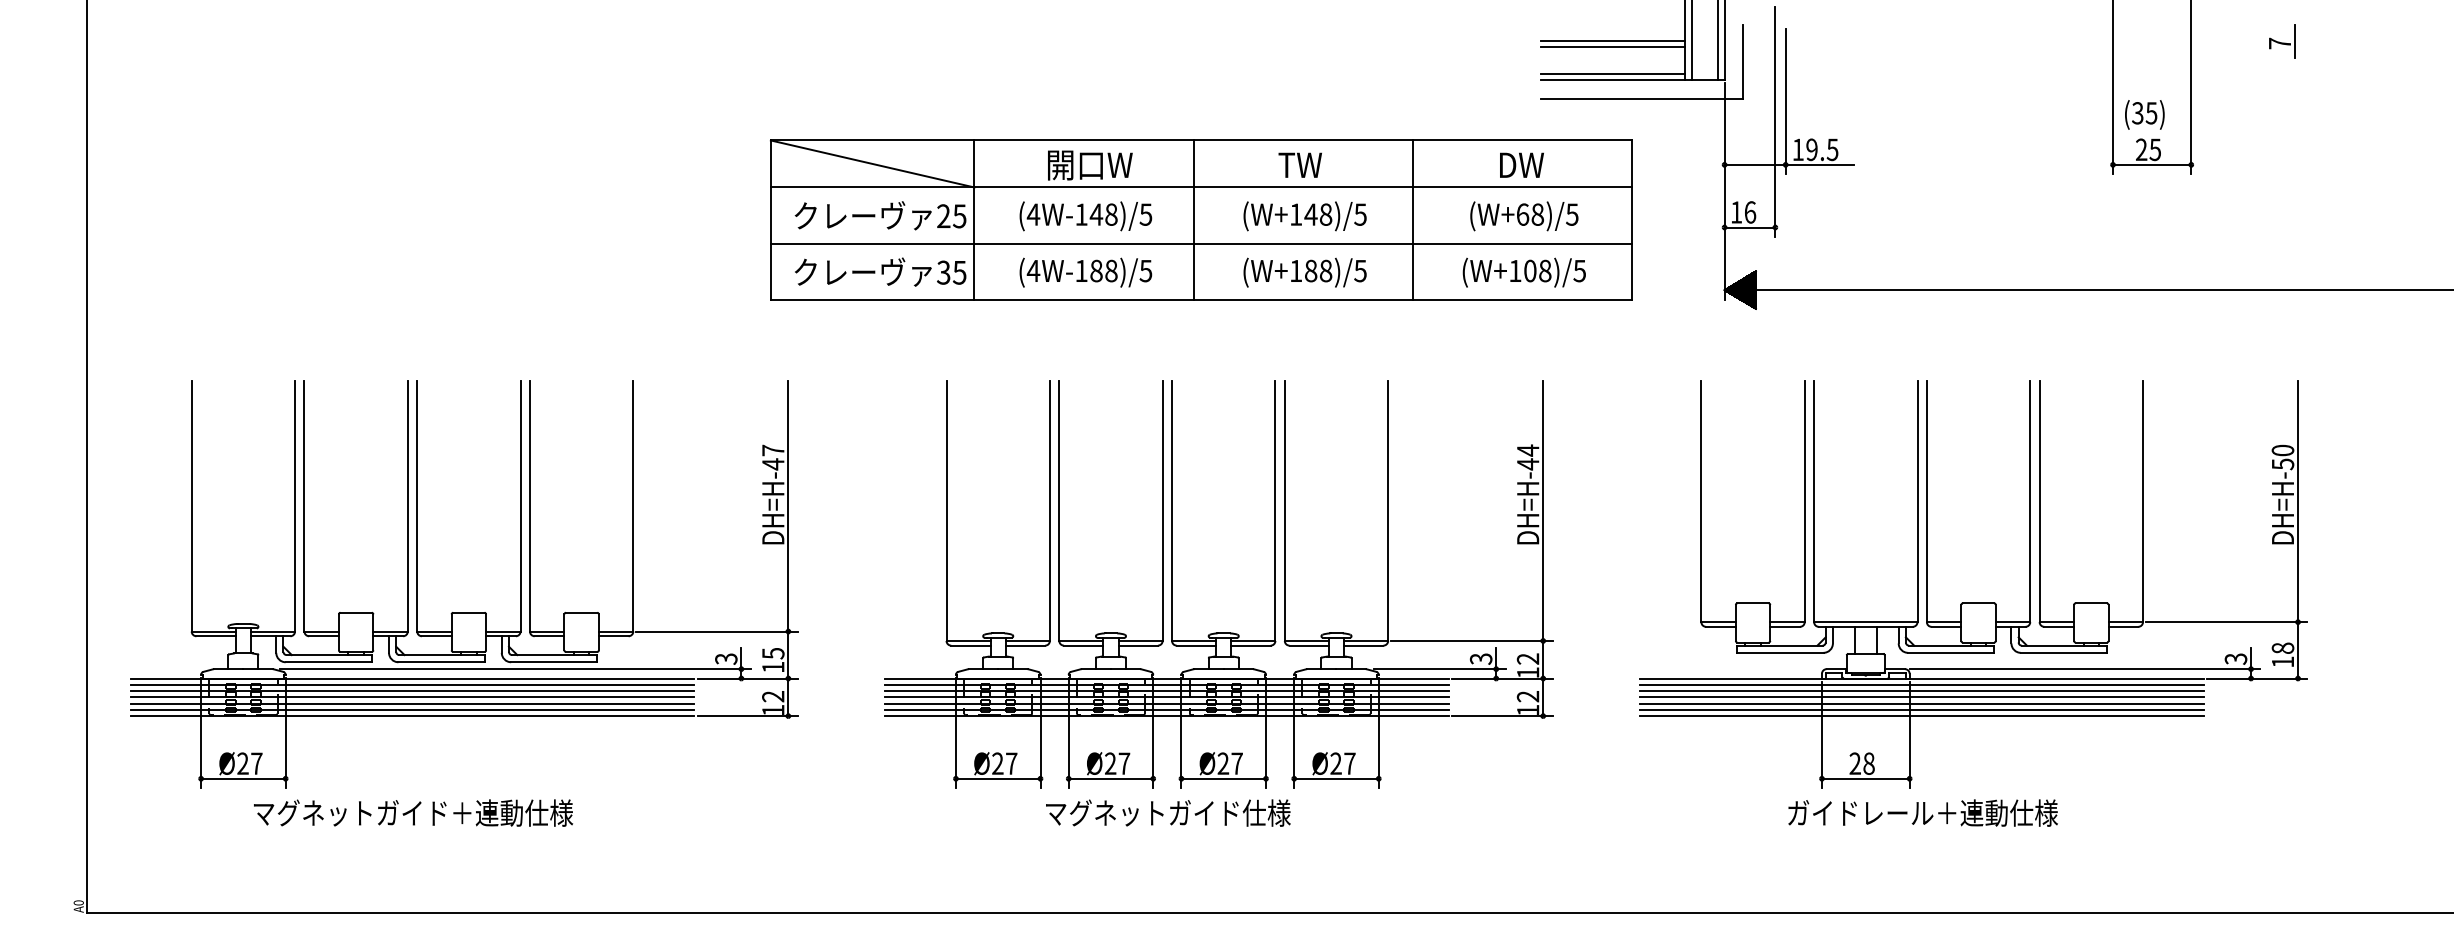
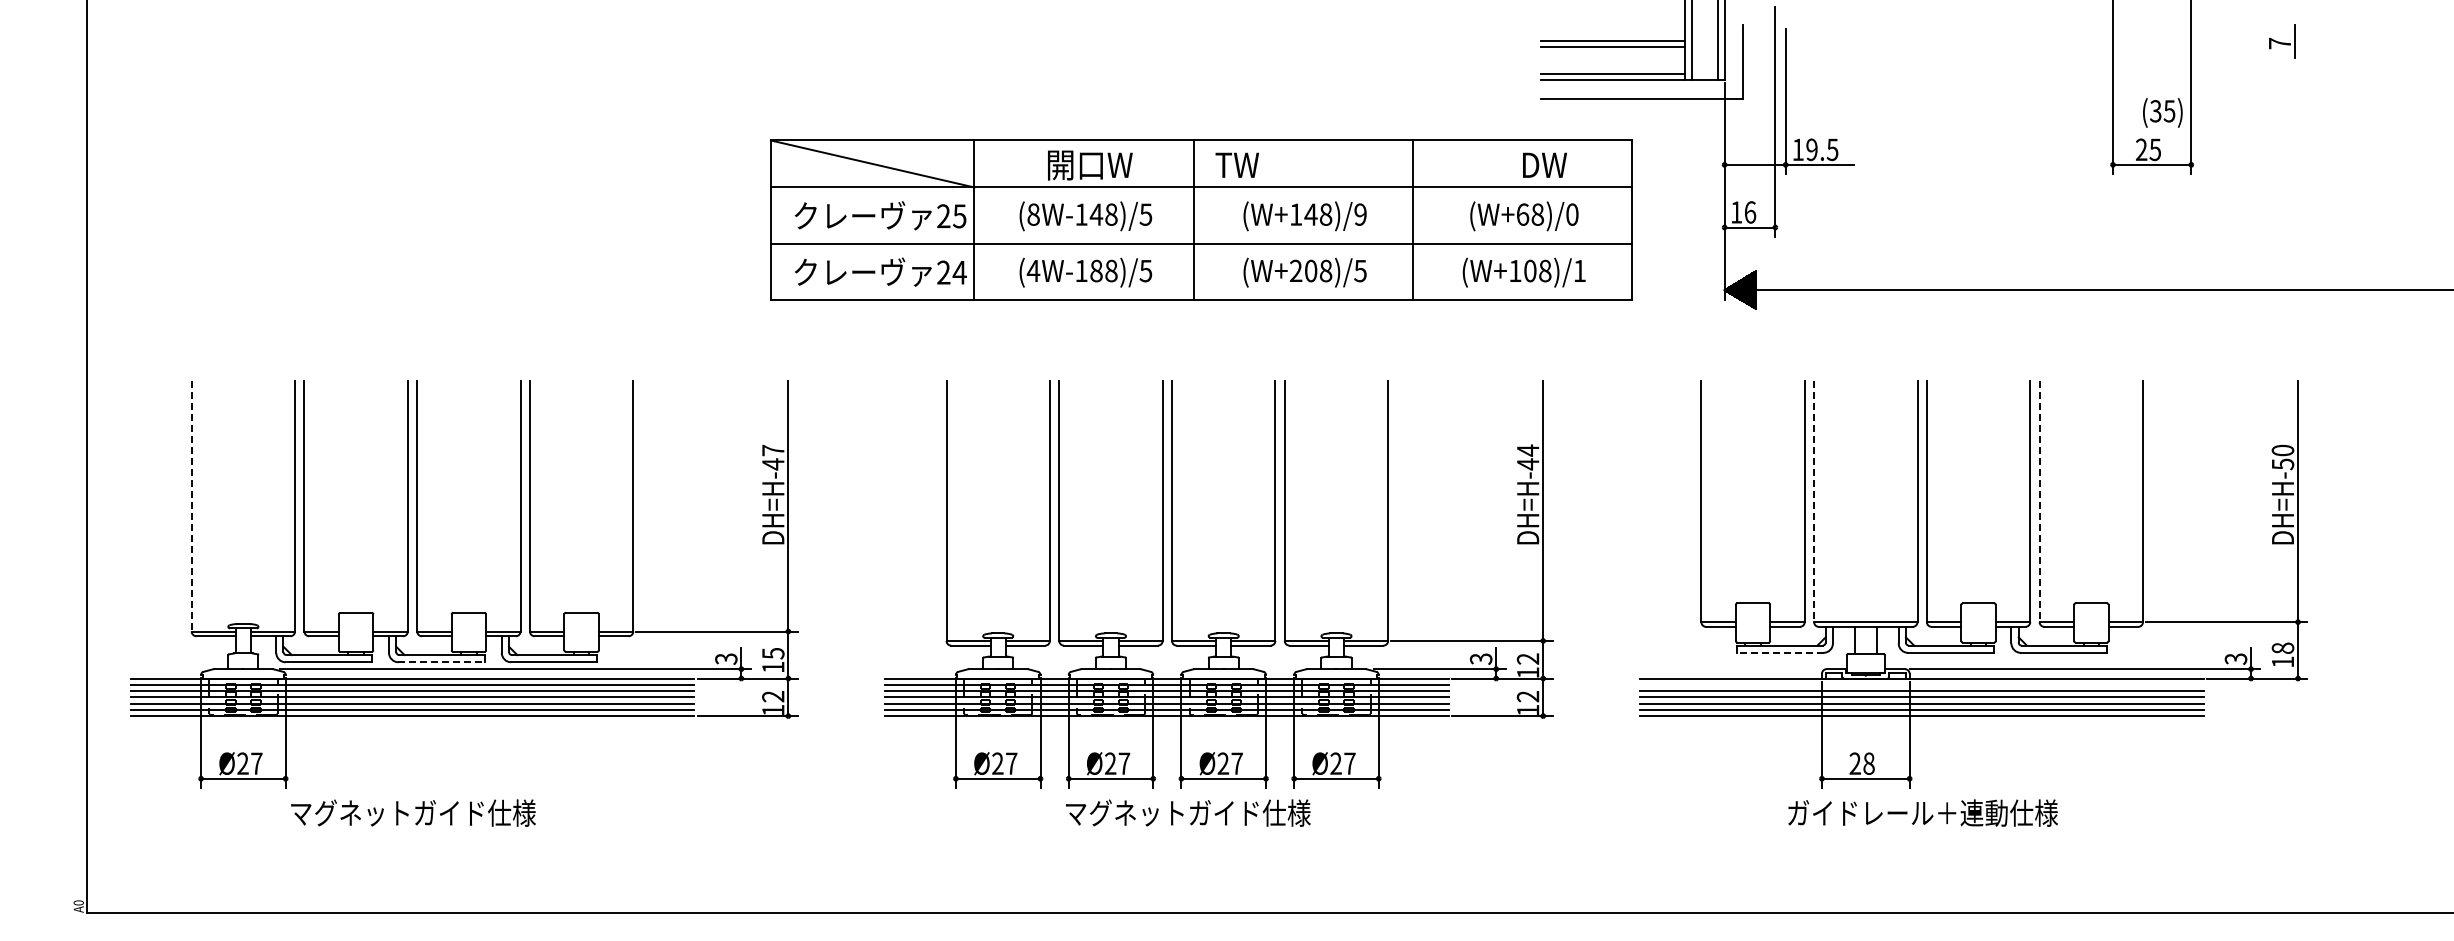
text at (2144, 114) position: (2144, 114) -> (2162, 112)
text at (1299, 164) position: (1299, 164) -> (1236, 164)
text at (1521, 164) position: (1521, 164) -> (1544, 164)
text at (1033, 214): (4W-148)/5 -> (8W-148)/5
text at (1360, 214): (W+148)/5 -> (W+148)/9
text at (1572, 214): (W+68)/5 -> (W+68)/0
text at (1303, 270): (W+188)/5 -> (W+208)/5
text at (1579, 271): (W+108)/5 -> (W+108)/1
text at (951, 272): 35 -> 24
line at (1814, 501): solid -> dashed
line at (2039, 501): solid -> dashed
line at (191, 506): solid -> dashed
line at (1779, 652): solid -> dashed
line at (441, 662): solid -> dashed
line at (1922, 684): present -> none
text at (413, 812): マグネットガイド＋連動仕様 -> マグネットガイド仕様
text at (1168, 812) position: (1168, 812) -> (1188, 812)
